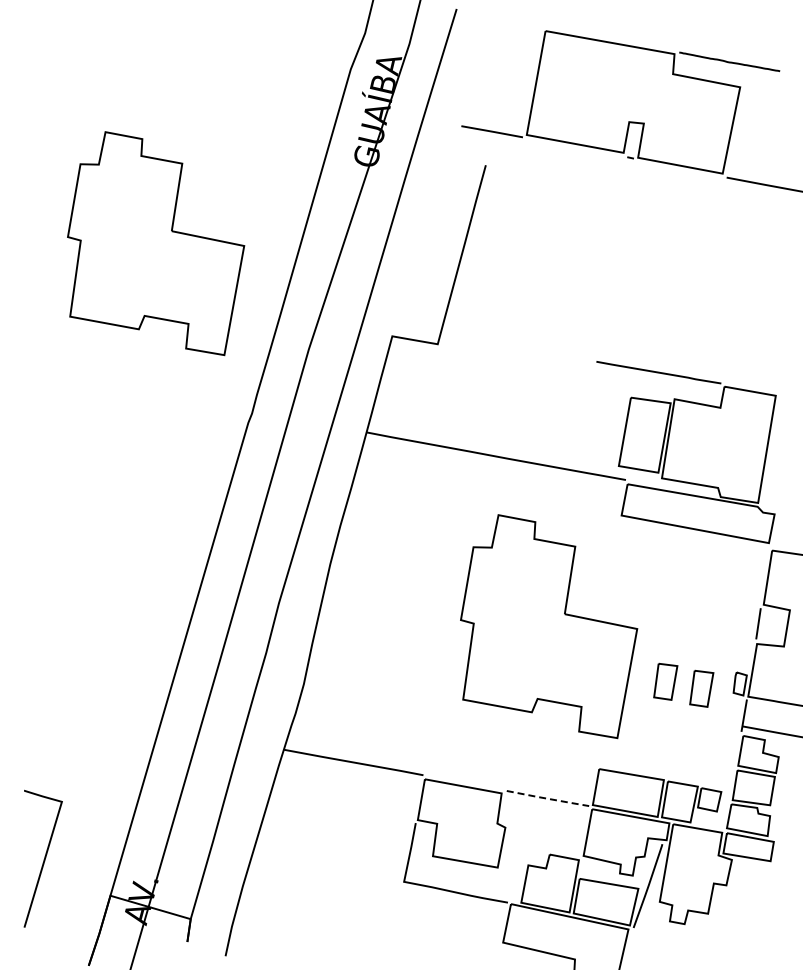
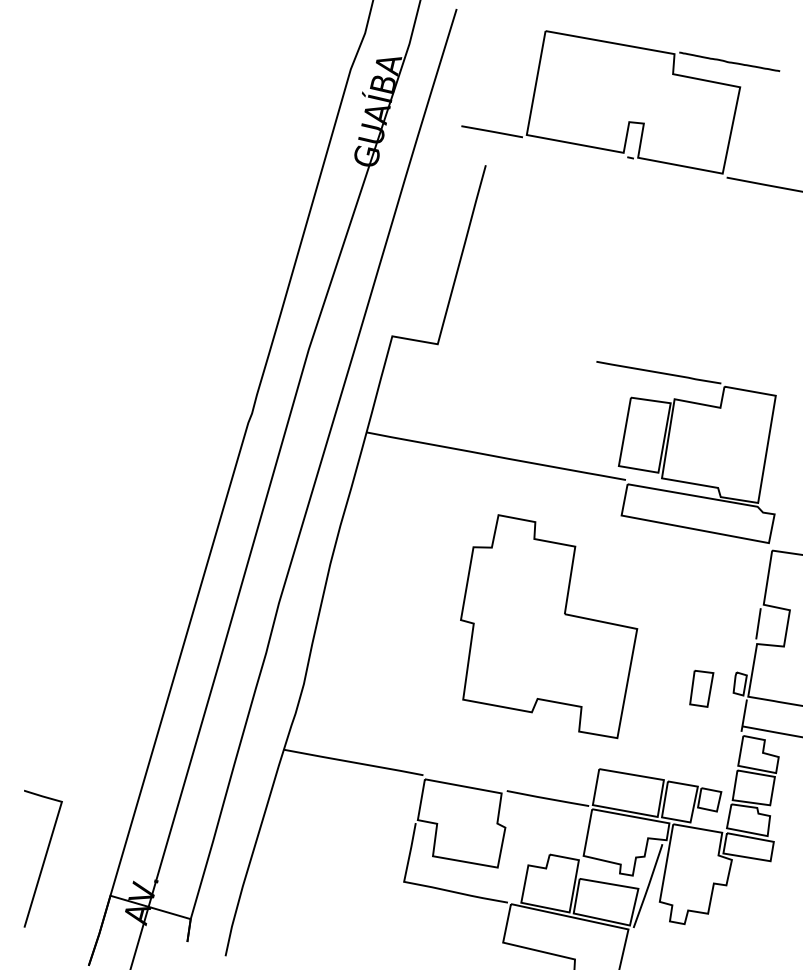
part at (156, 243): present -> none
part at (665, 681): present -> none
line at (548, 798): dashed -> solid
